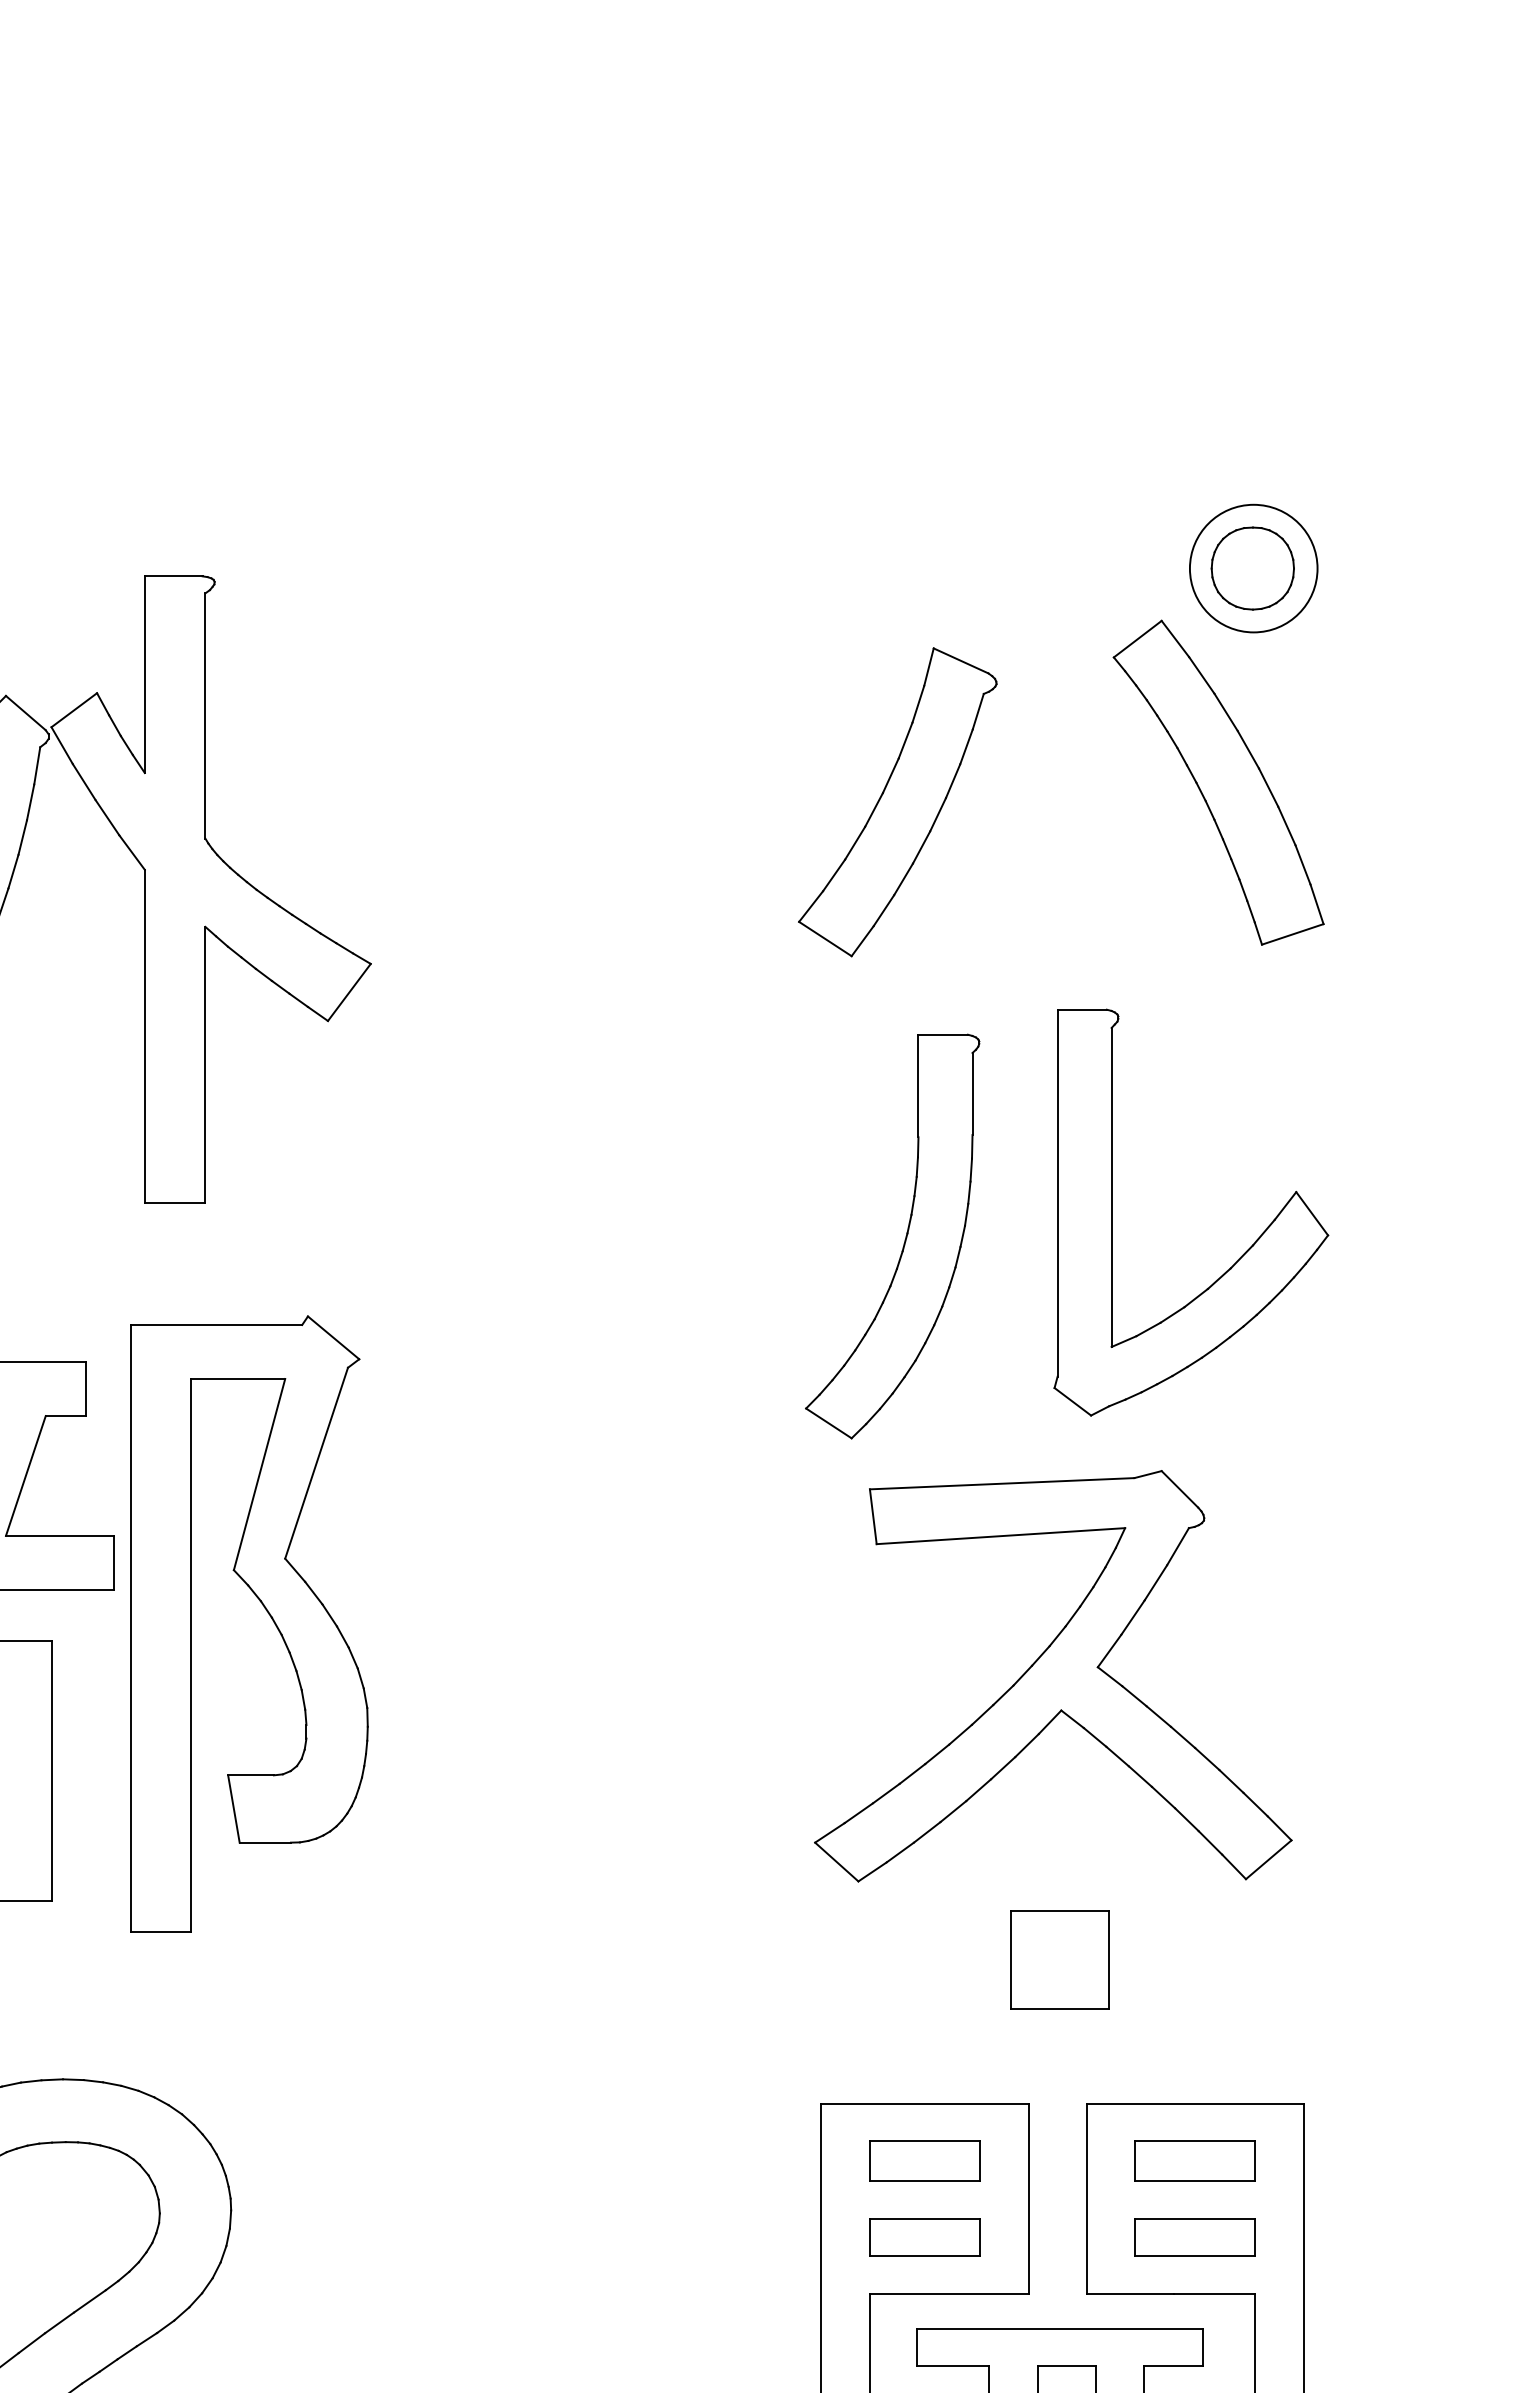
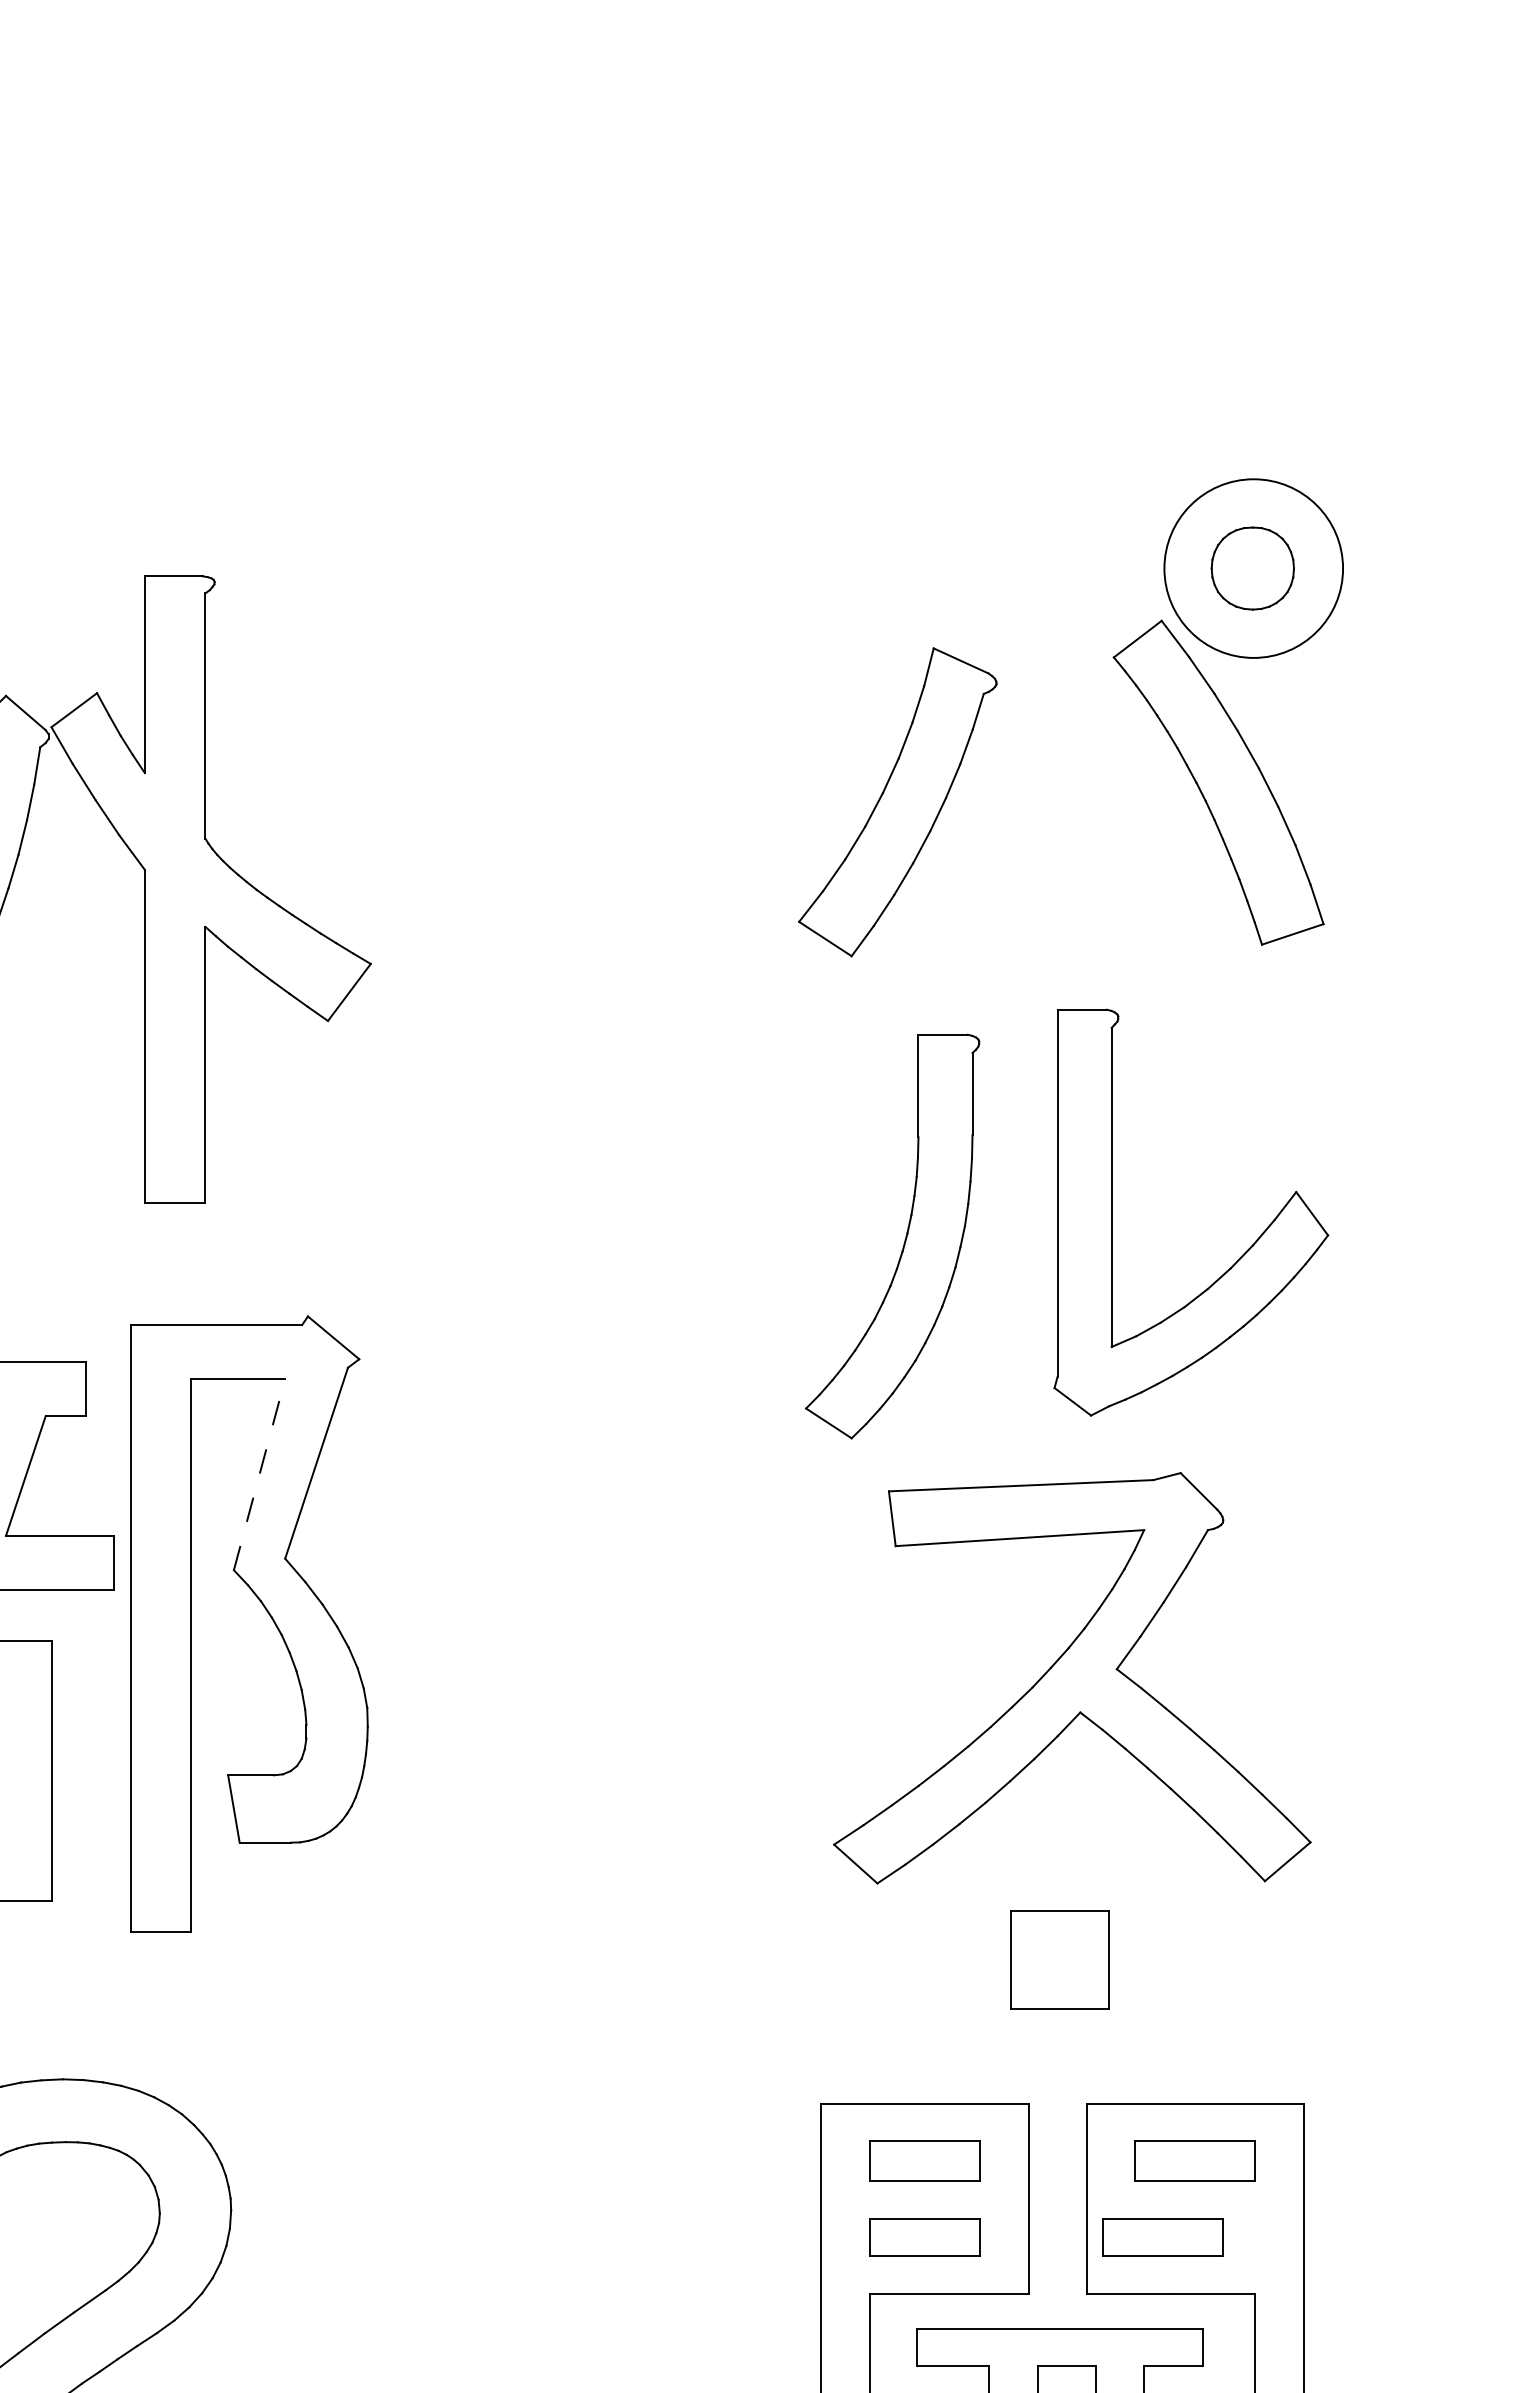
circle at (1253, 568) diameter: 128 px -> 179 px
line at (259, 1474): solid -> dashed
part at (1053, 1676) position: (1053, 1676) -> (1072, 1678)
part at (1194, 2237) position: (1194, 2237) -> (1162, 2237)
